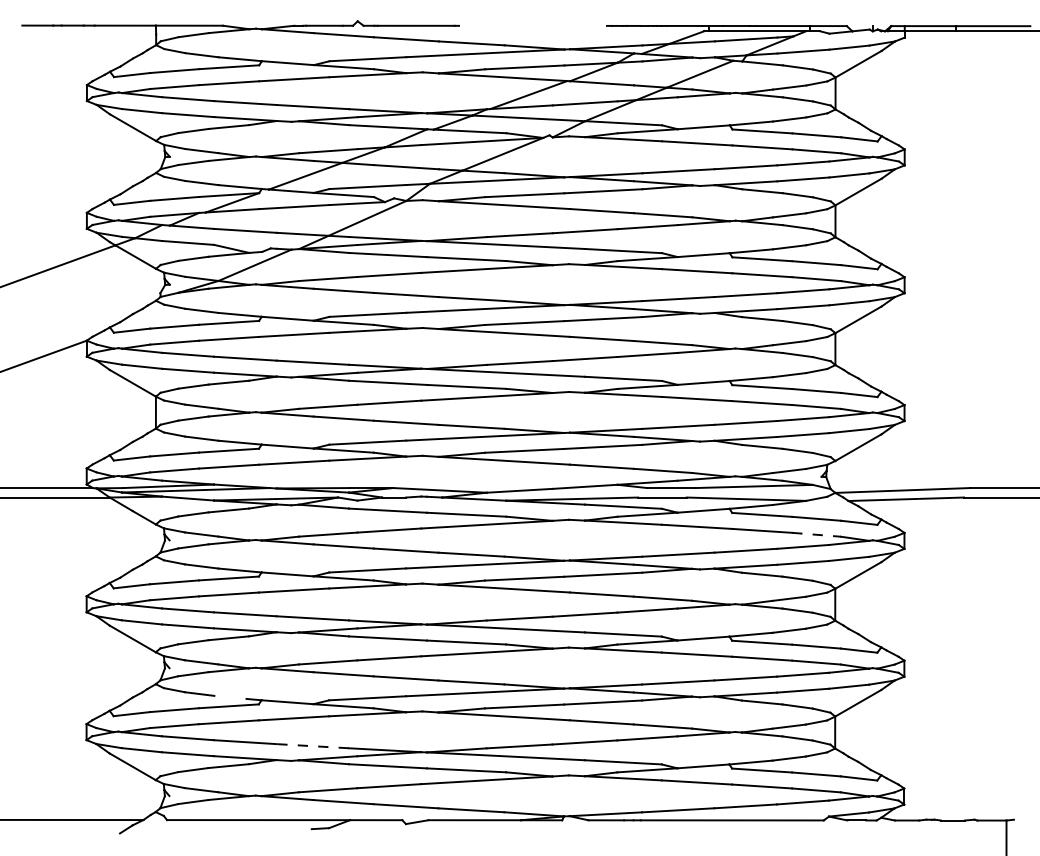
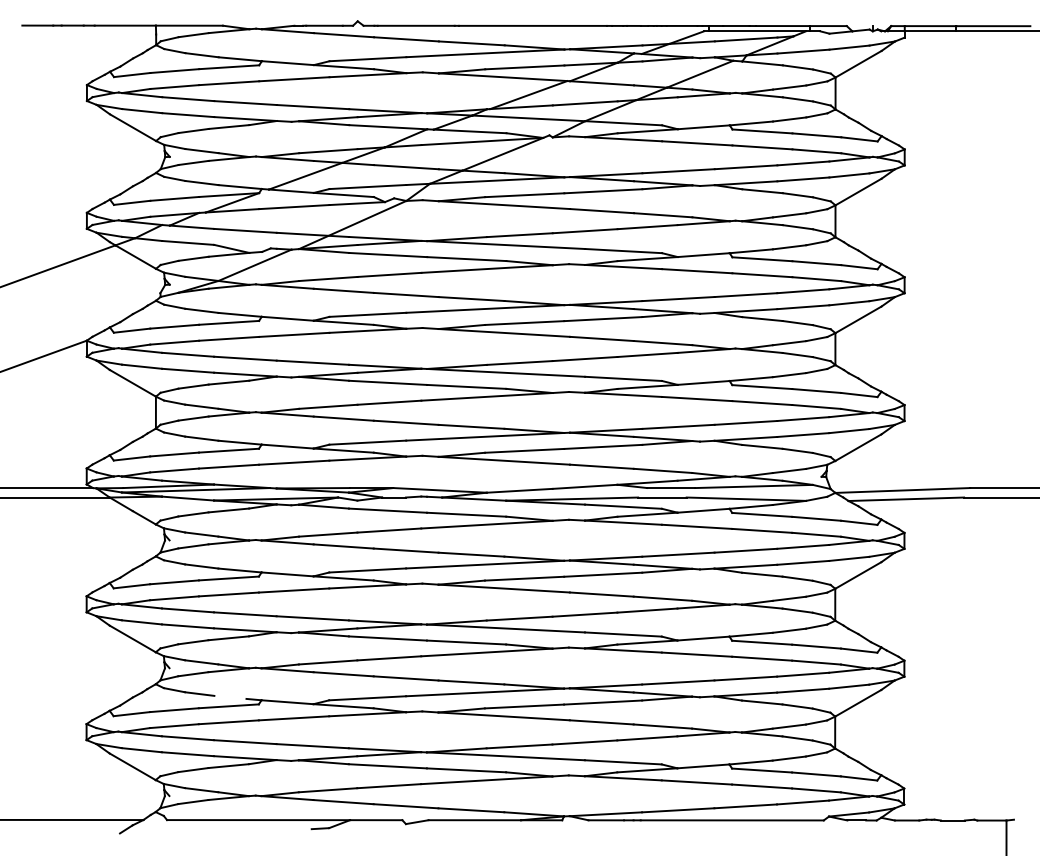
line at (532, 25): none -> present
line at (817, 534): dashed -> solid
line at (312, 746): dashed -> solid
